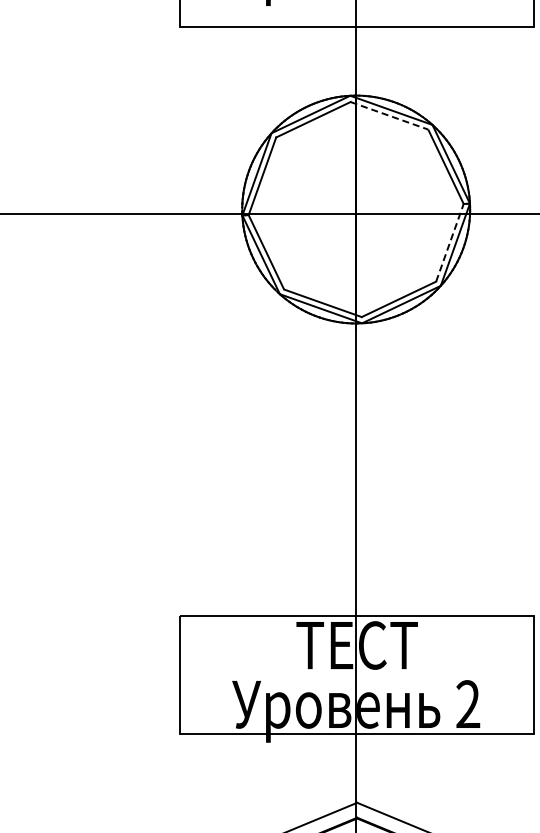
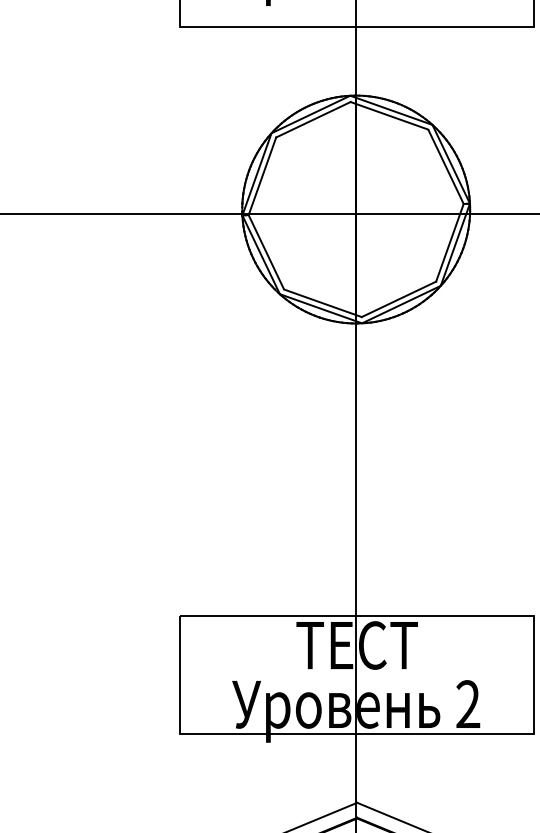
line at (389, 115): dashed -> solid
line at (450, 242): dashed -> solid
